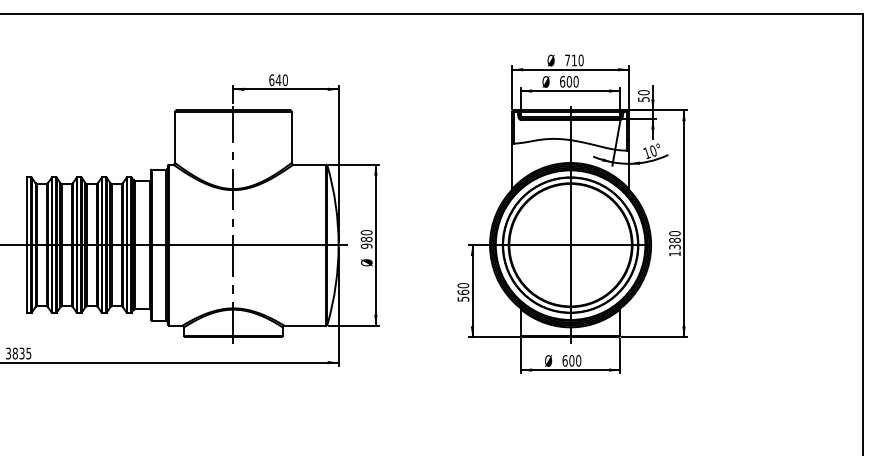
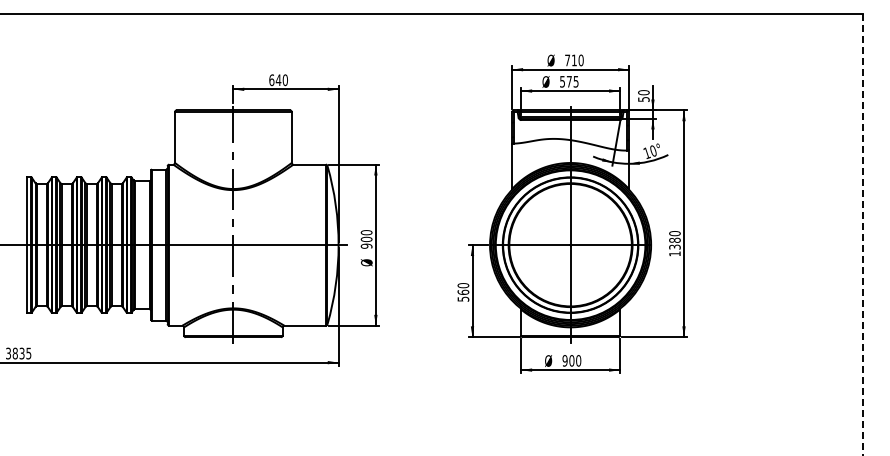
text at (569, 81): 600 -> 575
line at (863, 234): solid -> dashed
text at (366, 239): 980 -> 900
text at (564, 360): 600 -> 900
